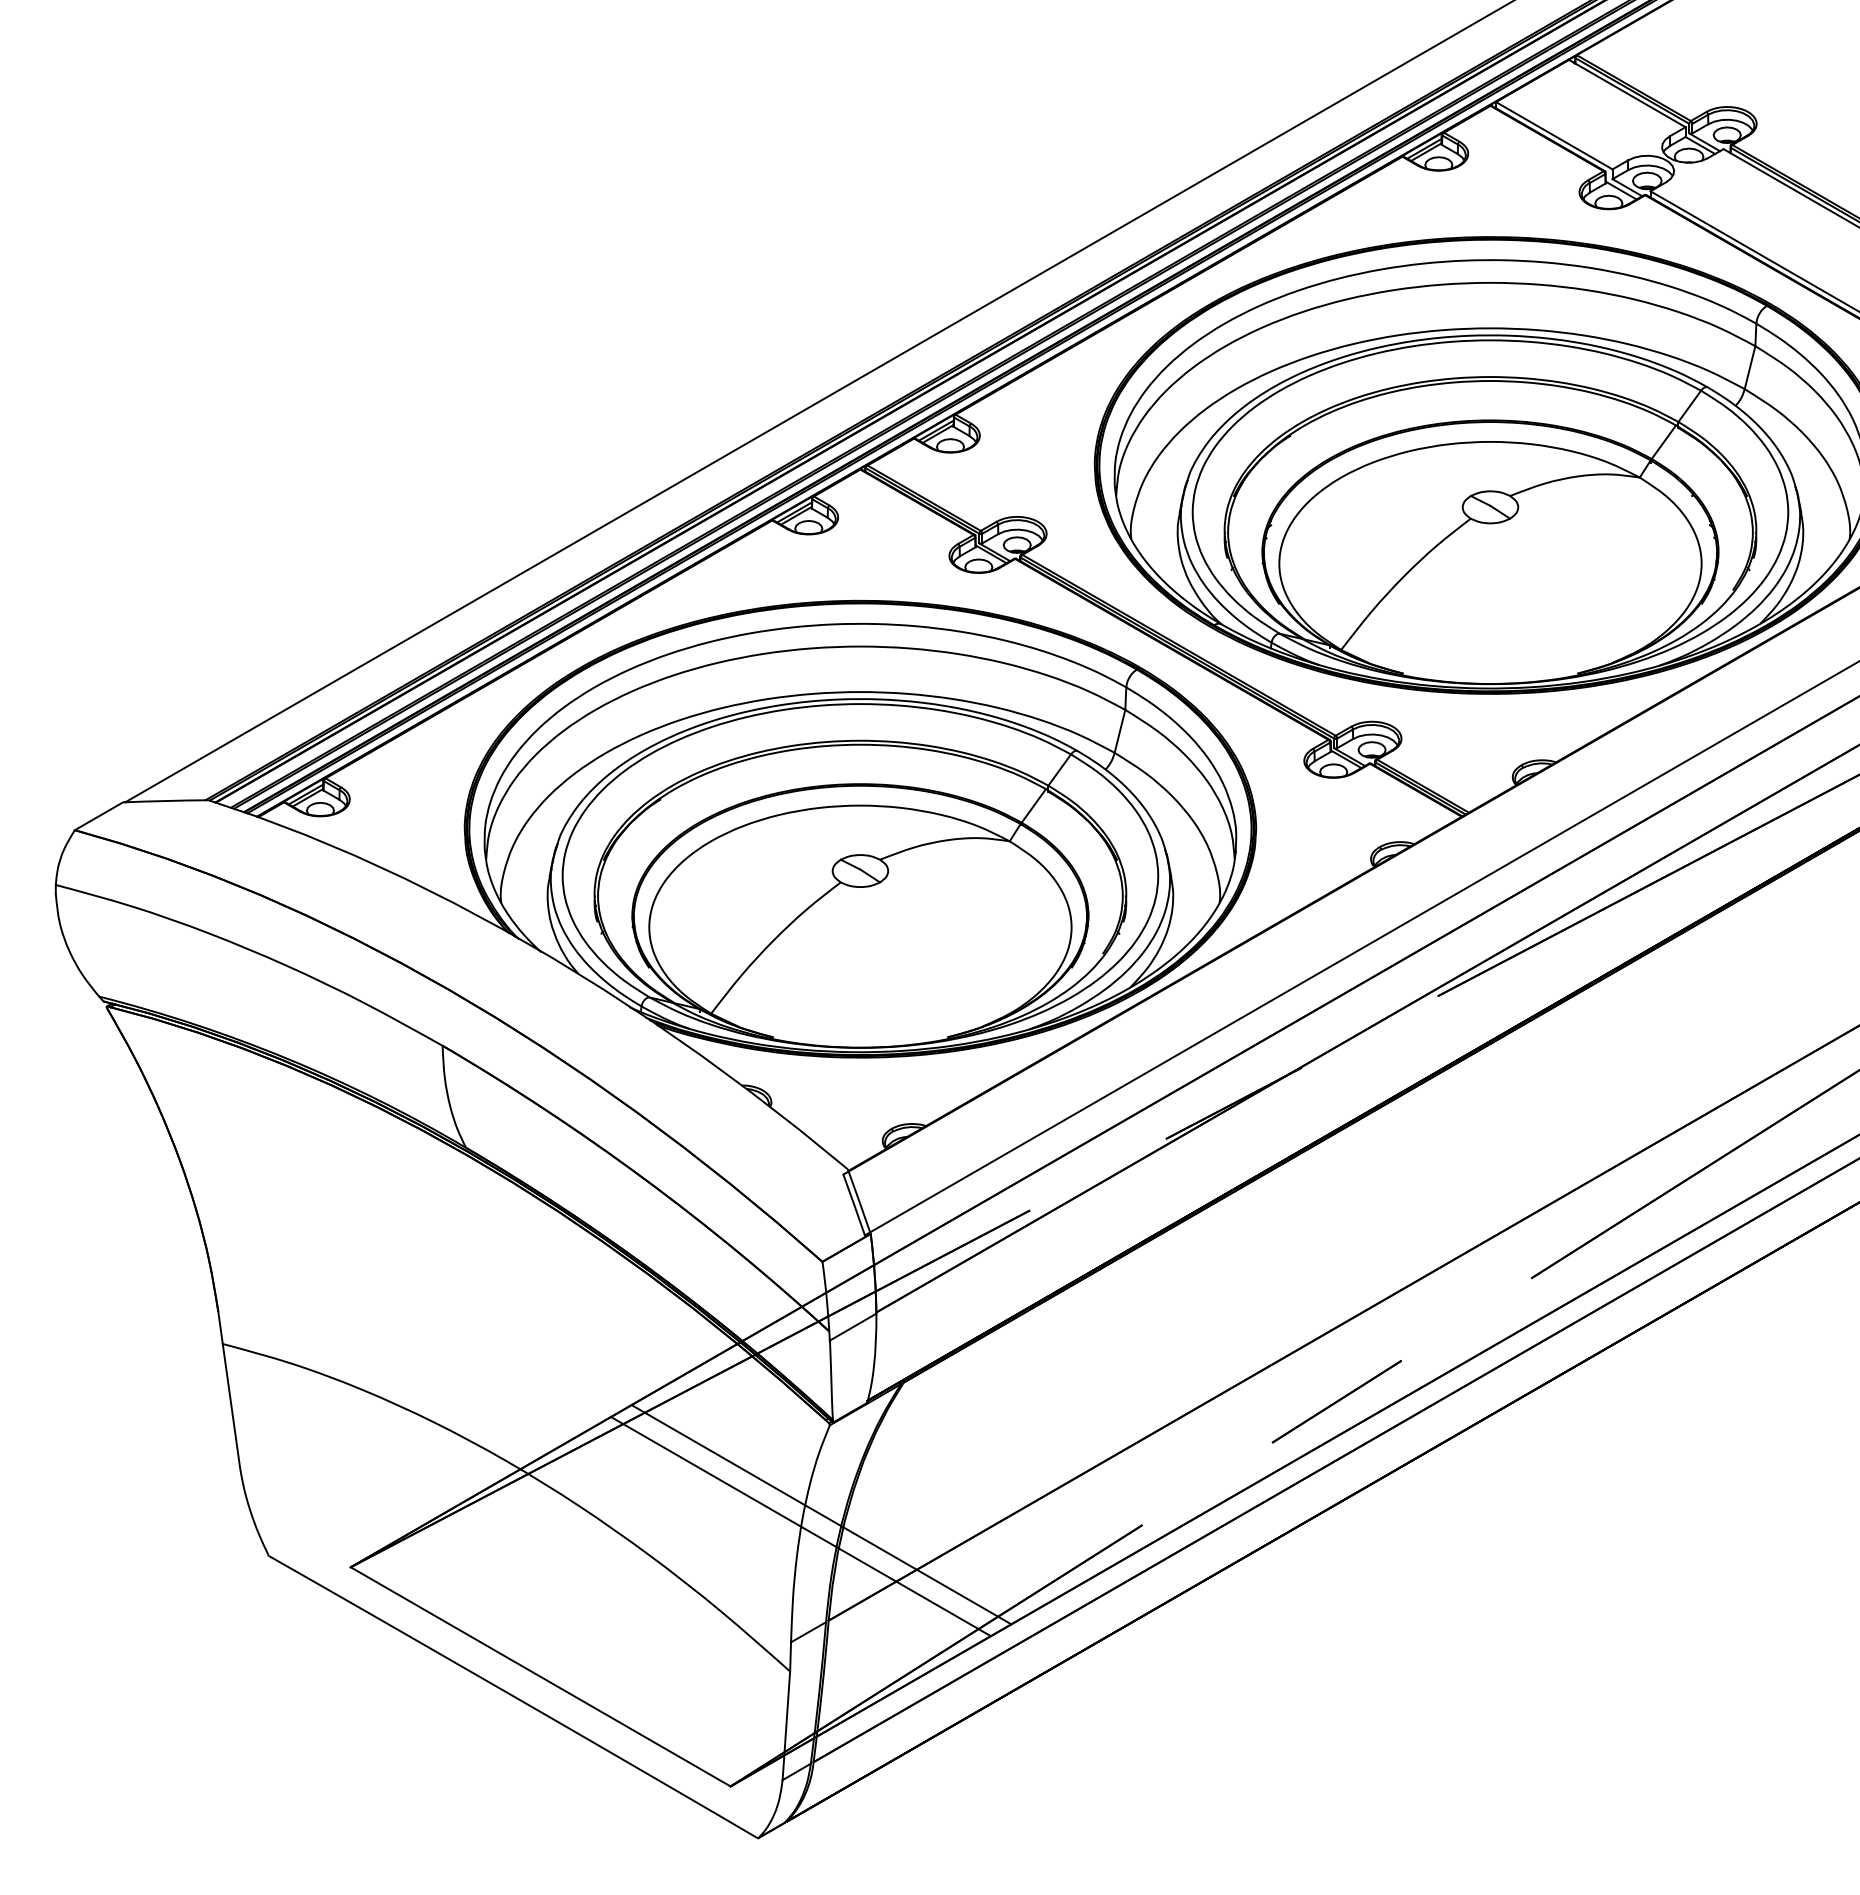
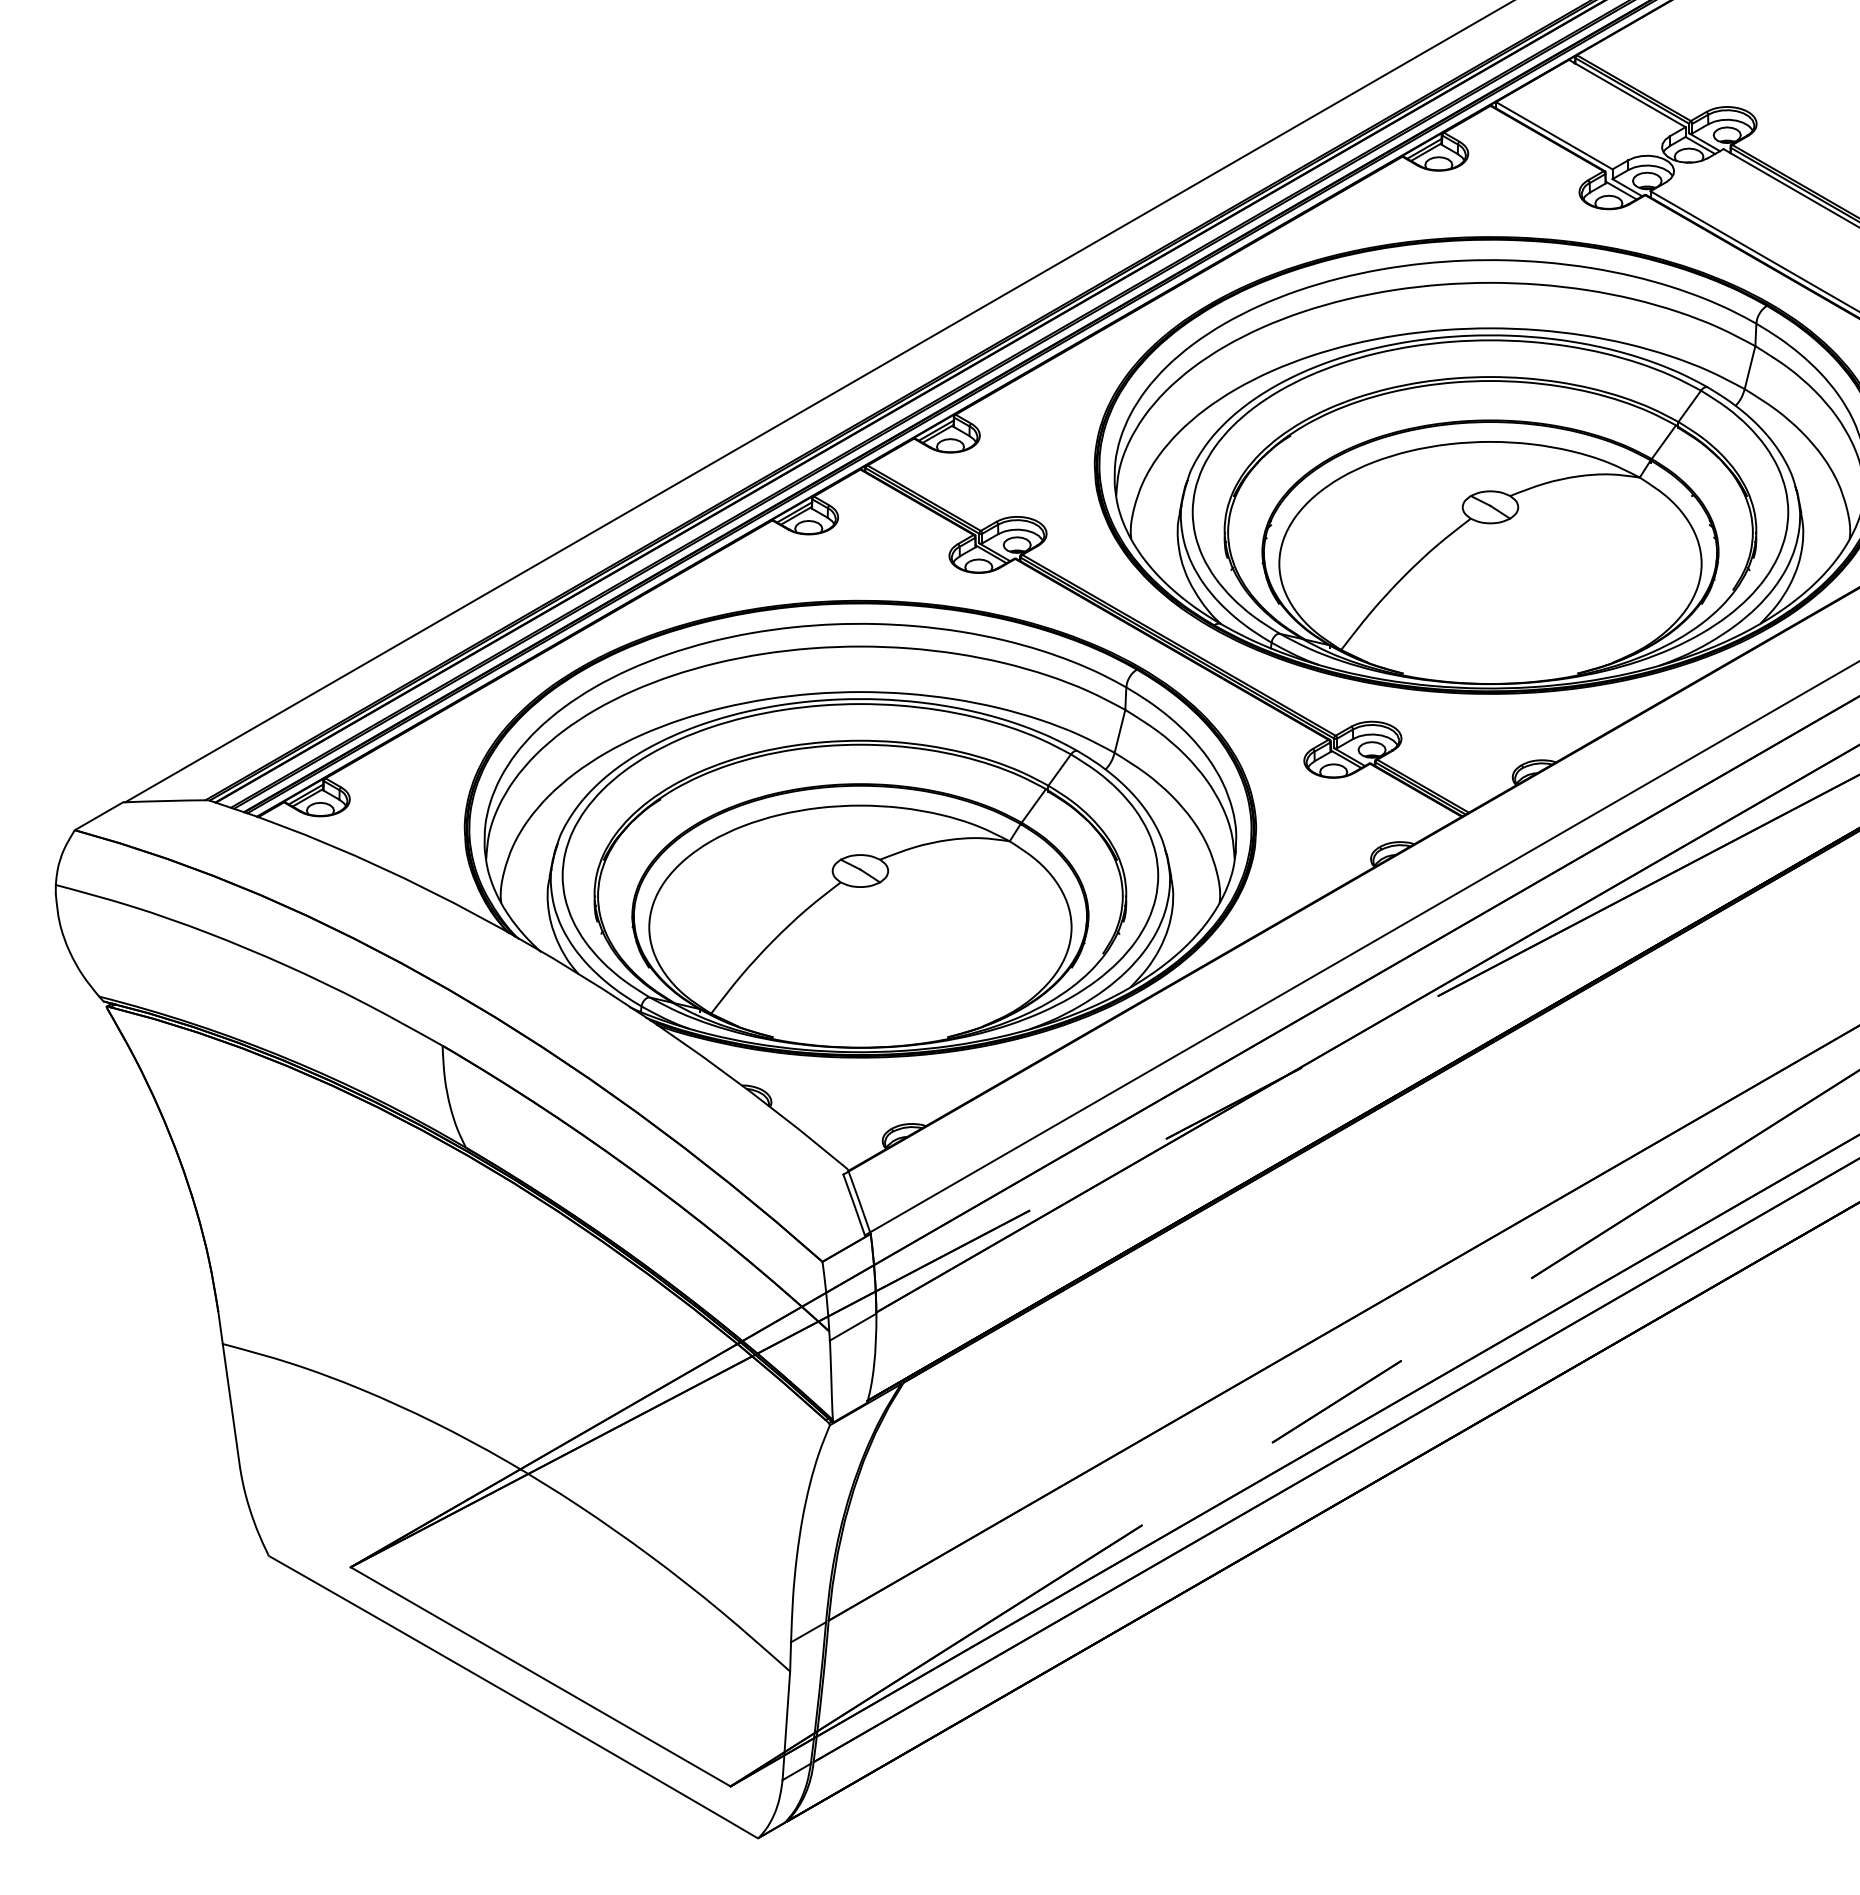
line at (821, 1514): present -> none
line at (800, 1526): present -> none
